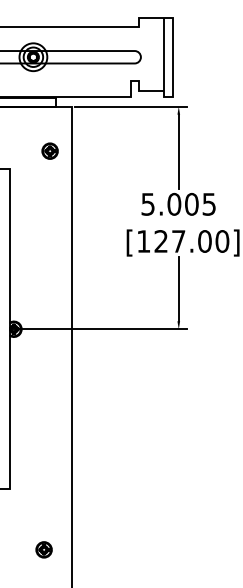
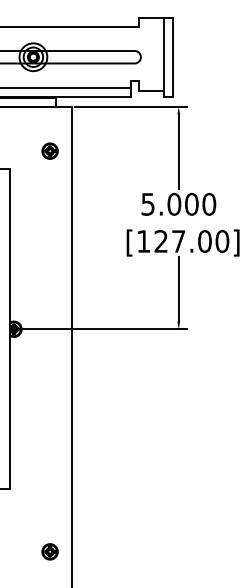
line at (66, 88): none -> present
text at (209, 203): 5.005 -> 5.000
part at (43, 549) position: (43, 549) -> (49, 551)
